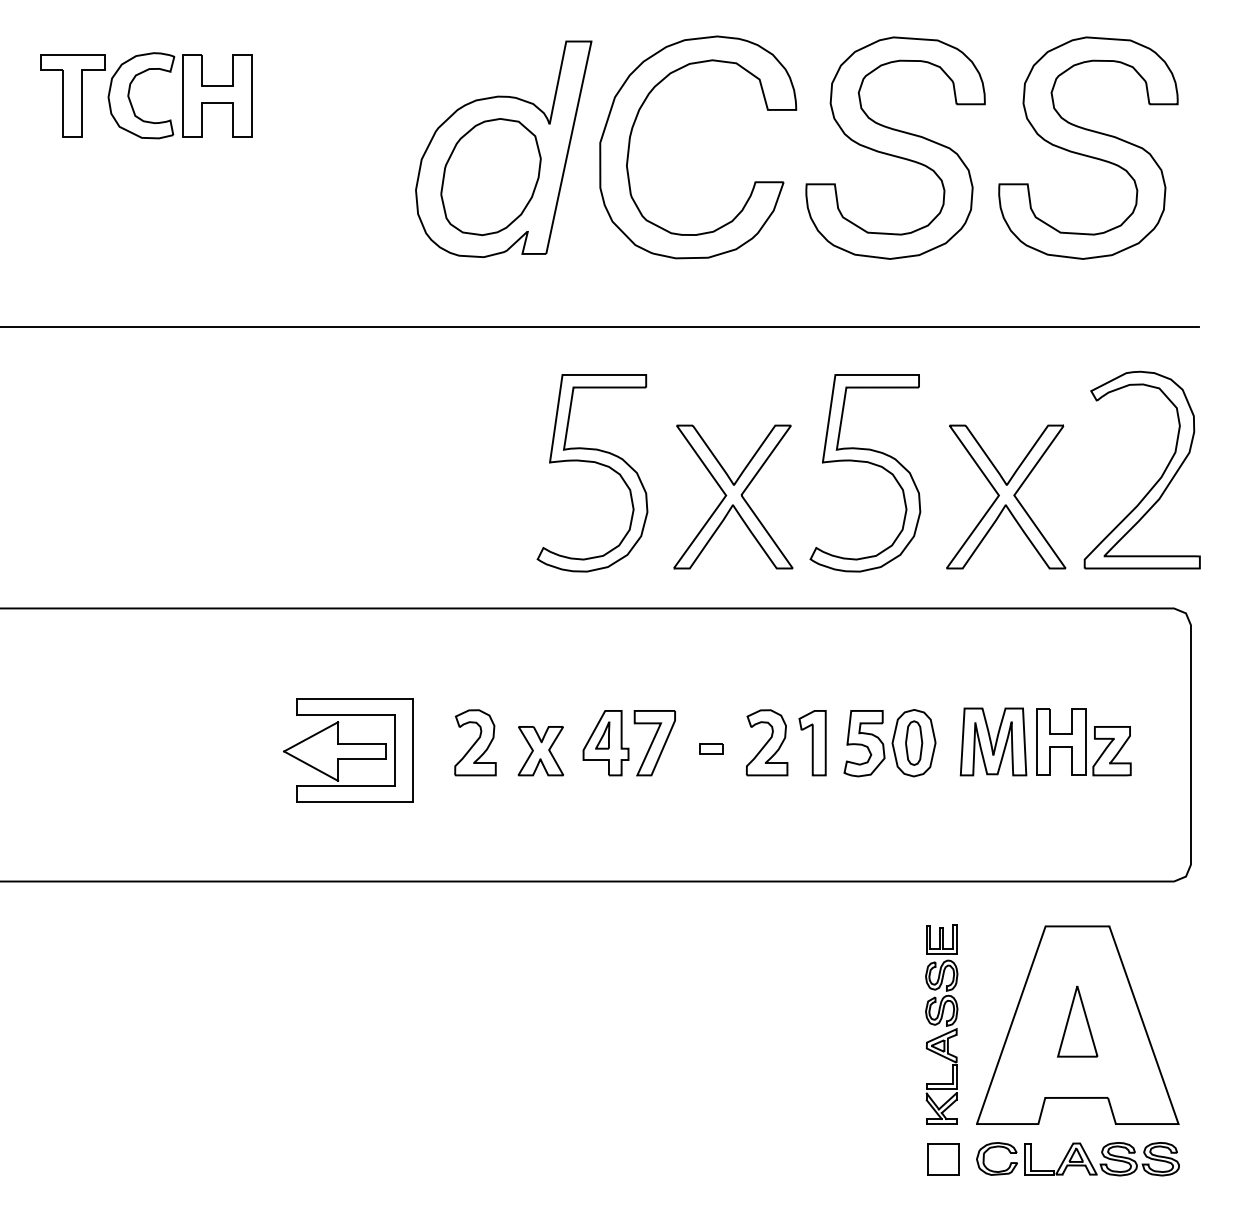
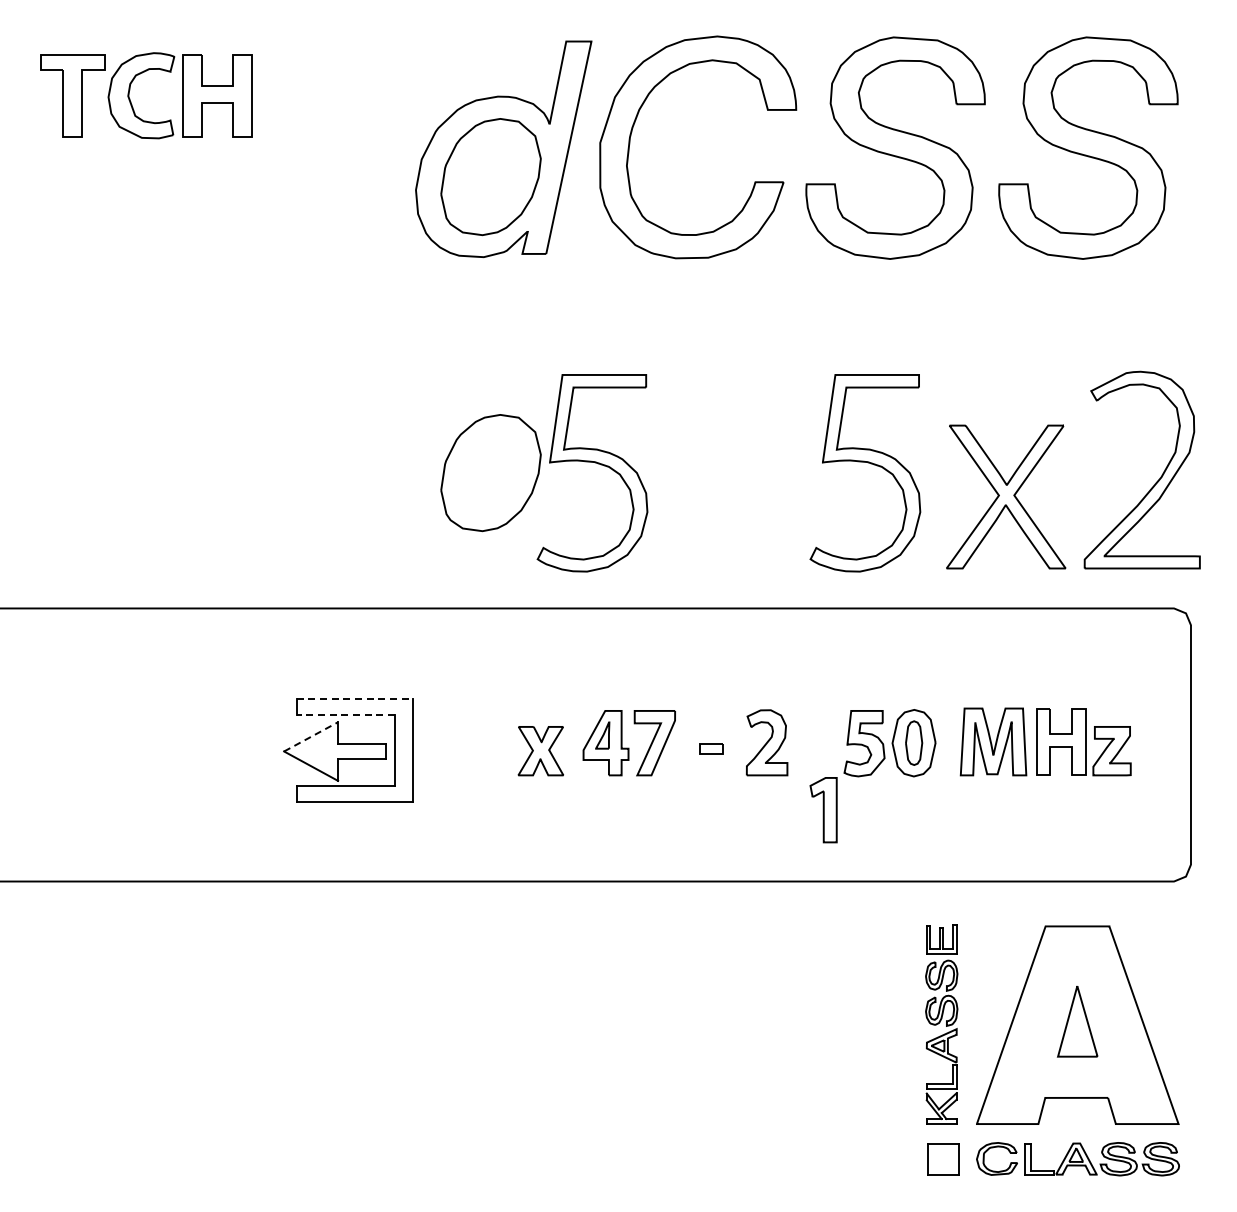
line at (600, 327): present -> none
part at (490, 473): none -> present
part at (733, 496): present -> none
line at (355, 698): solid -> dashed
line at (345, 714): solid -> dashed
line at (311, 736): solid -> dashed
part at (475, 742): present -> none
part at (812, 743) position: (812, 743) -> (823, 810)
